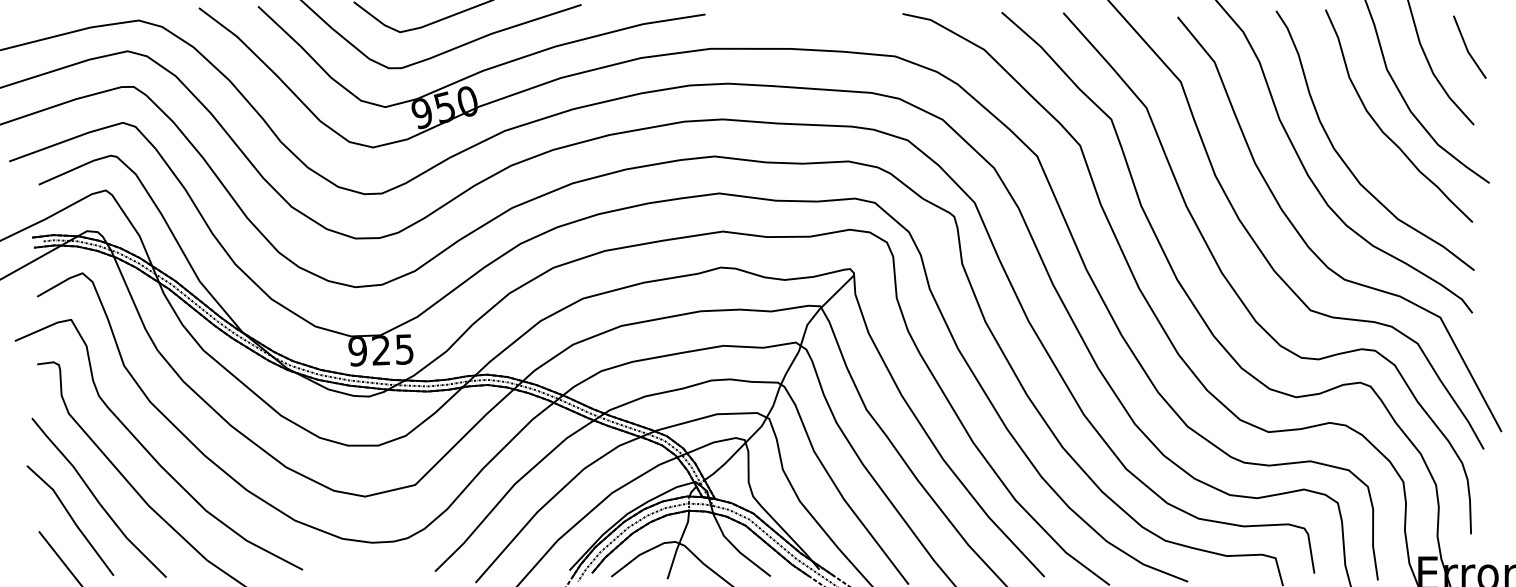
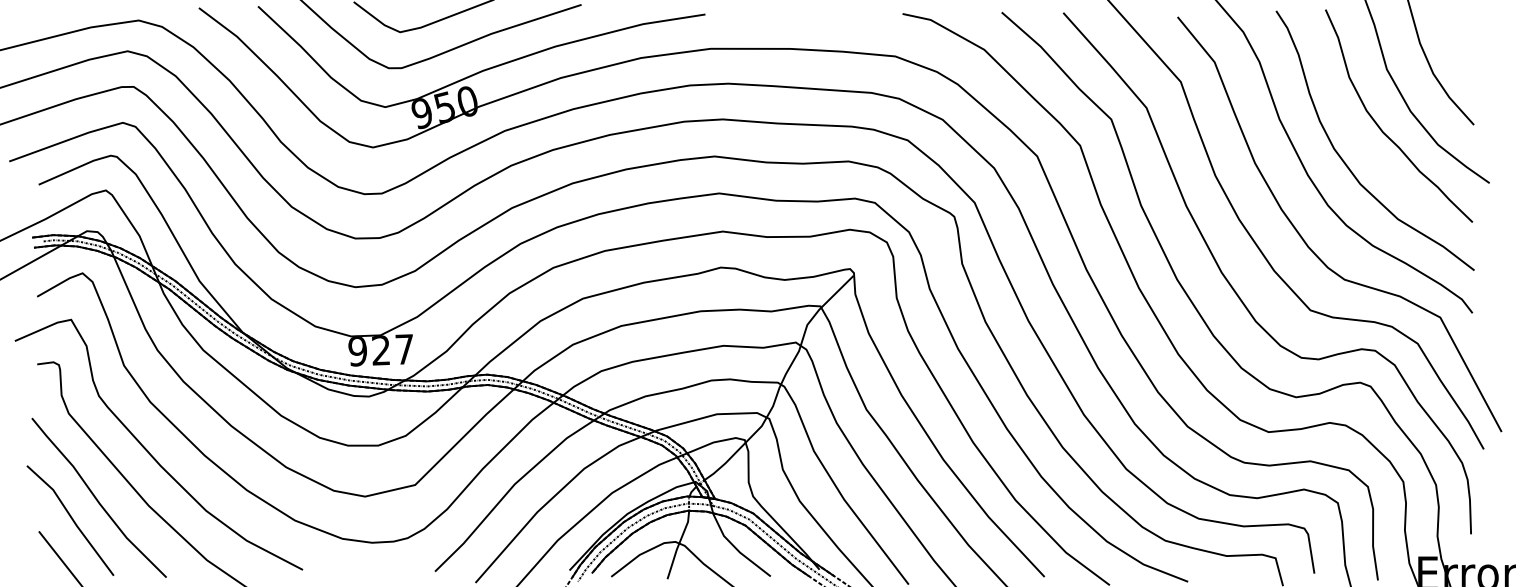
line at (1467, 47): present -> none
text at (404, 349): 925 -> 927
